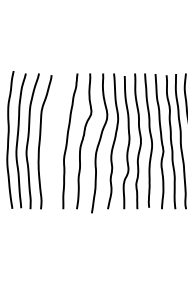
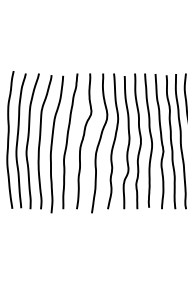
curve at (52, 144): none -> present
